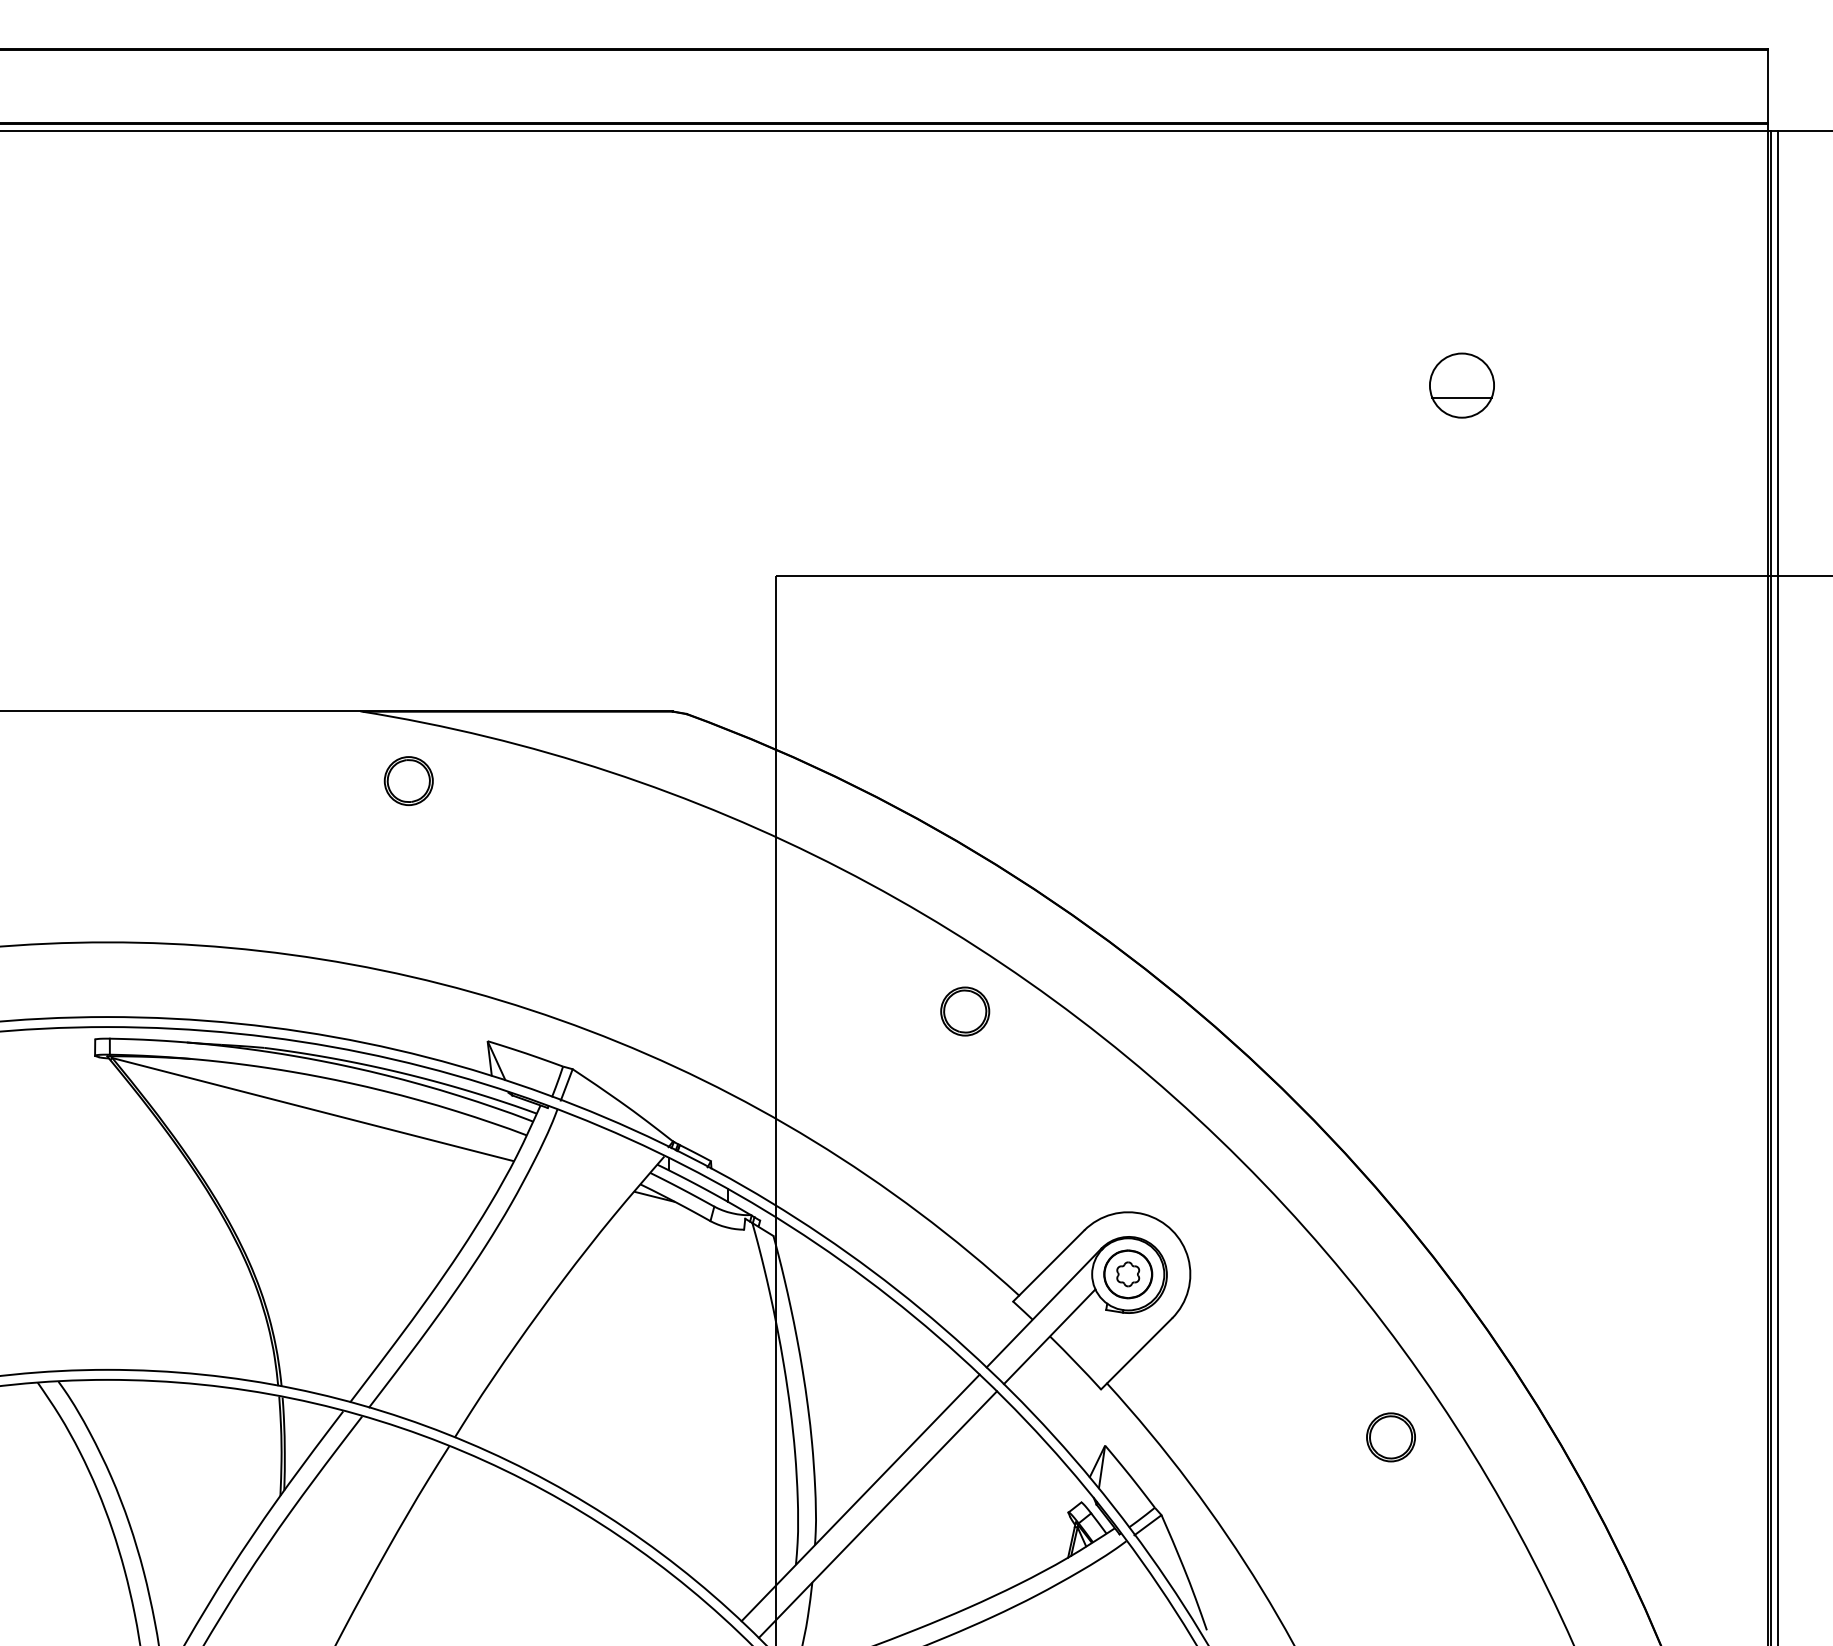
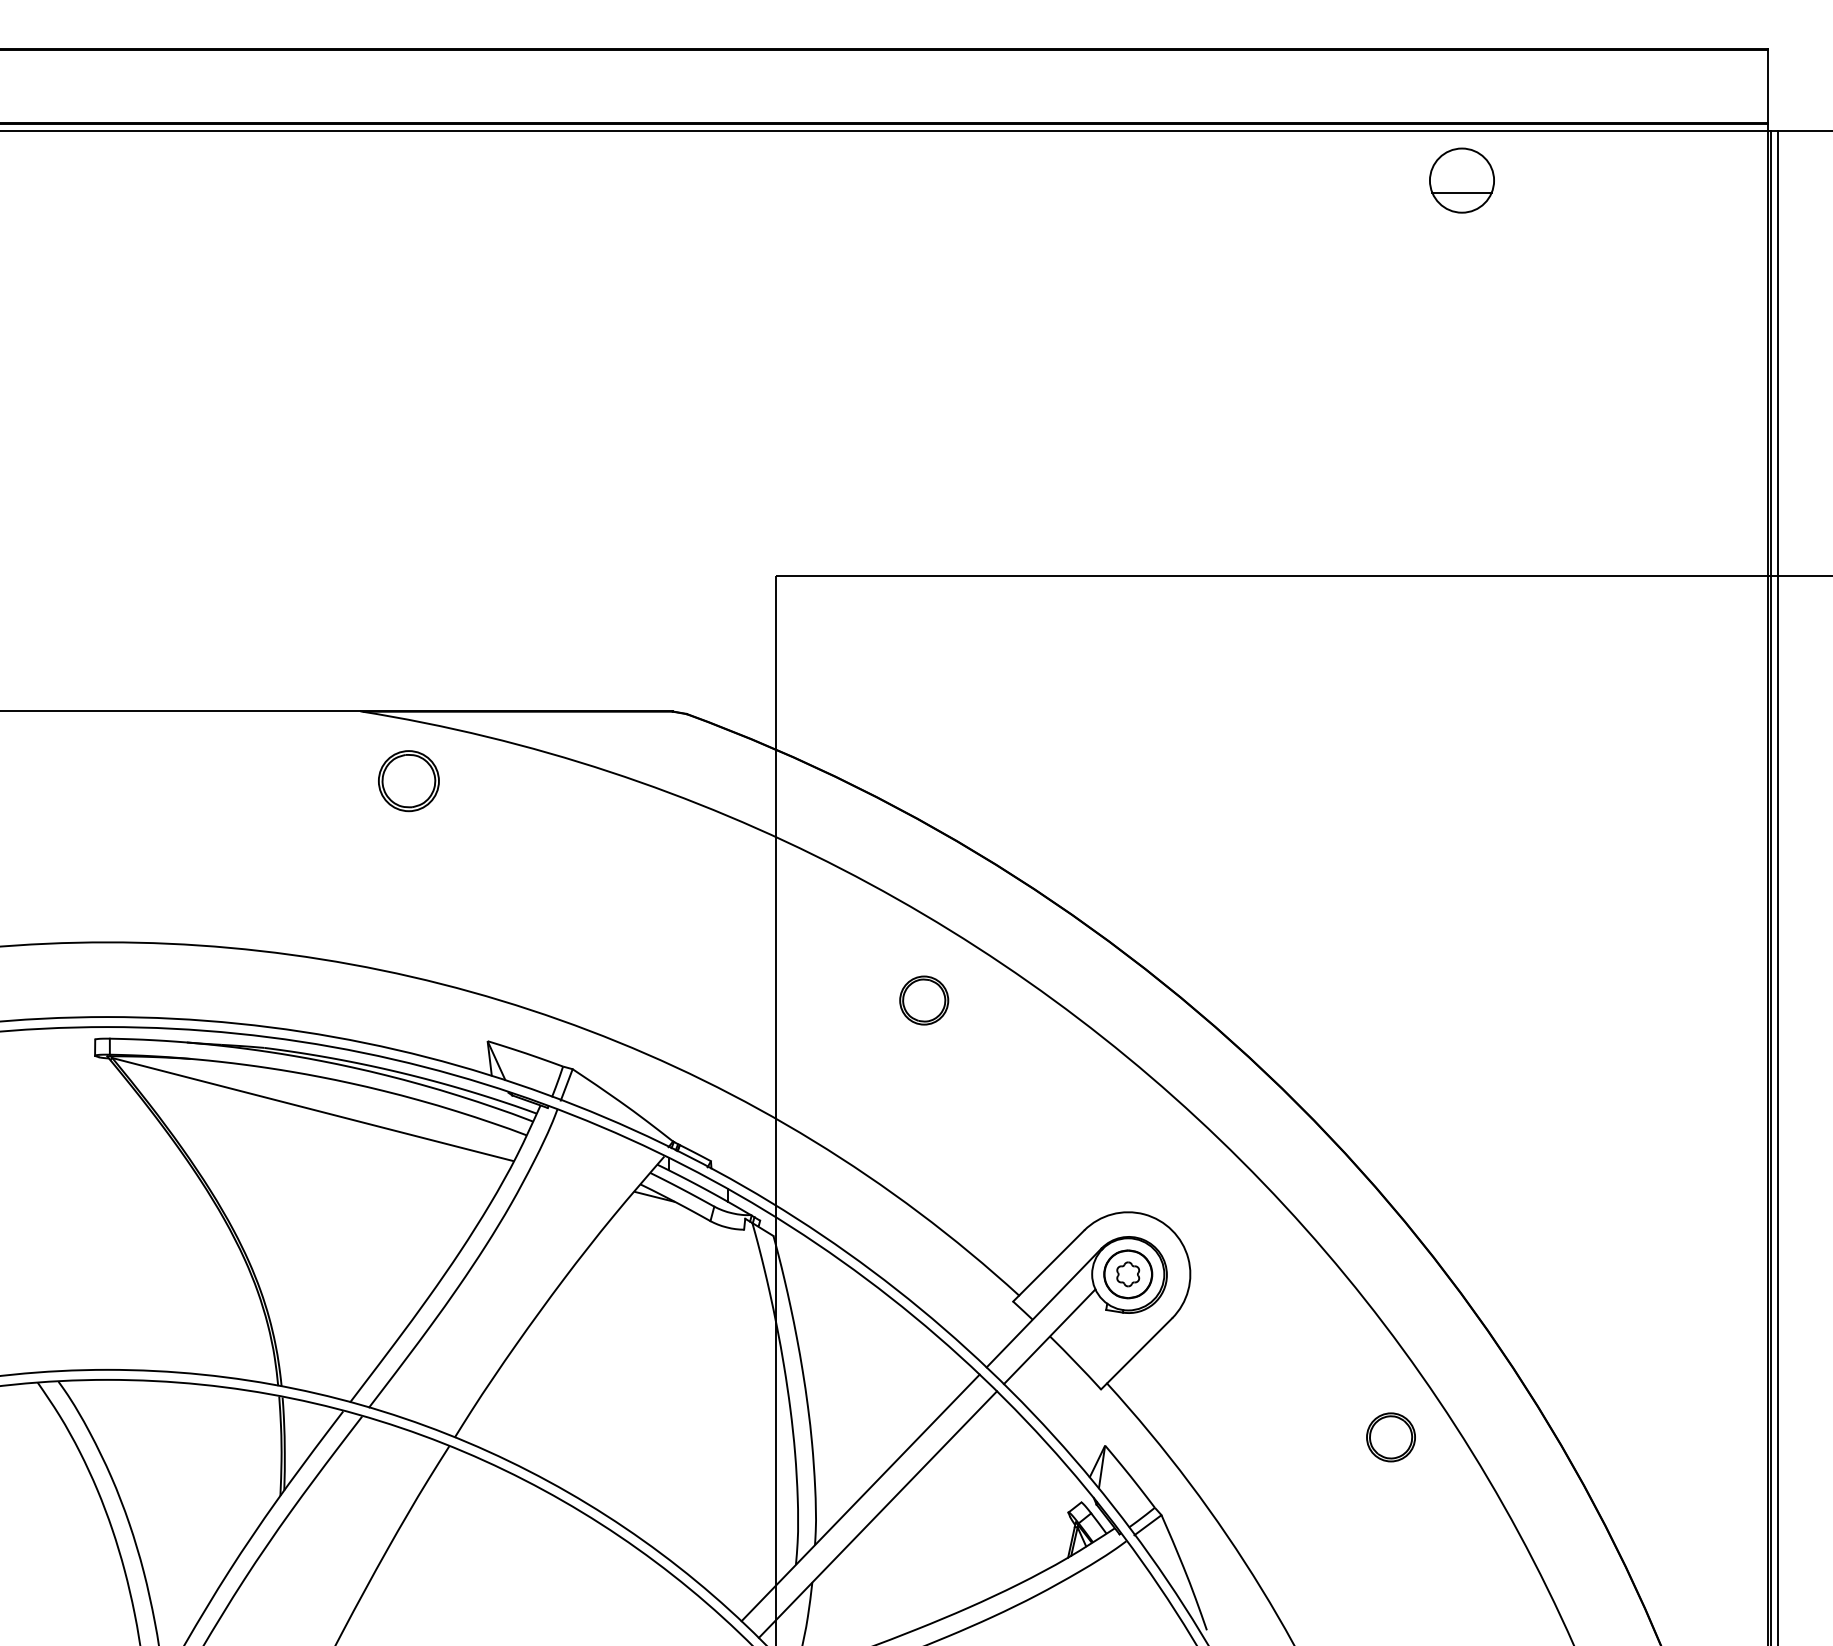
part at (1461, 385) position: (1461, 385) -> (1461, 180)
part at (408, 780) size: 51x50 px -> 62x63 px
part at (965, 1011) position: (965, 1011) -> (924, 1000)
